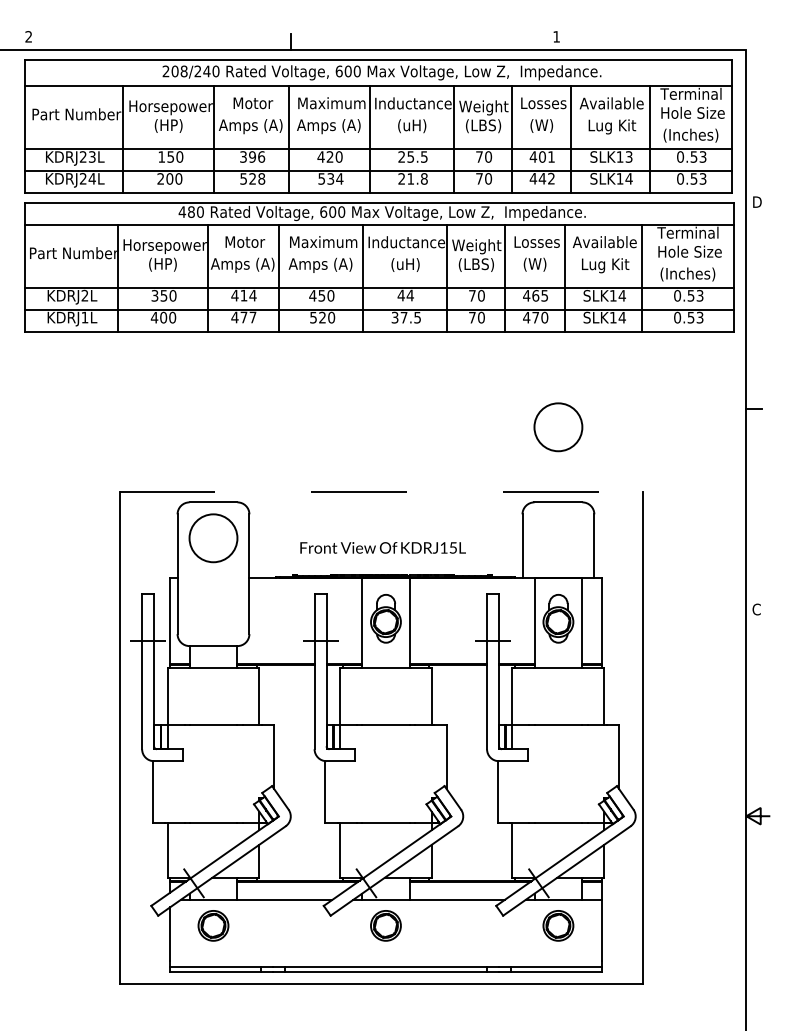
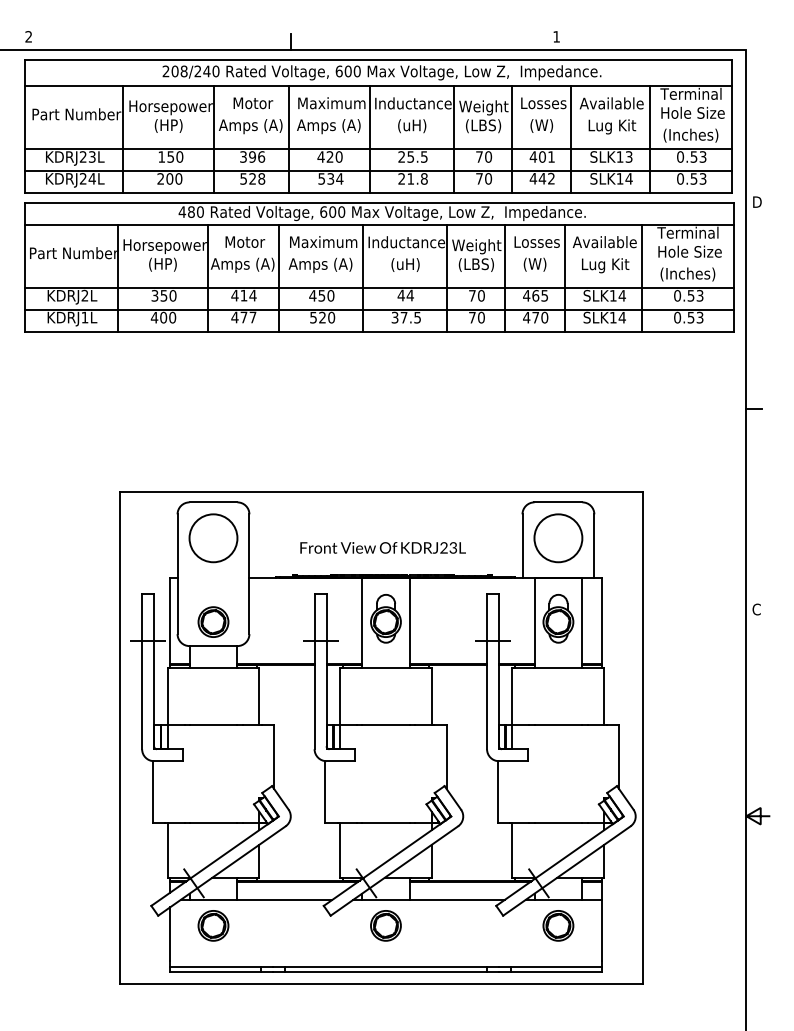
circle at (558, 427) position: (558, 427) -> (558, 538)
line at (381, 491): dashed -> solid
text at (448, 547): KDRJ15L -> KDRJ23L
part at (213, 621): none -> present
